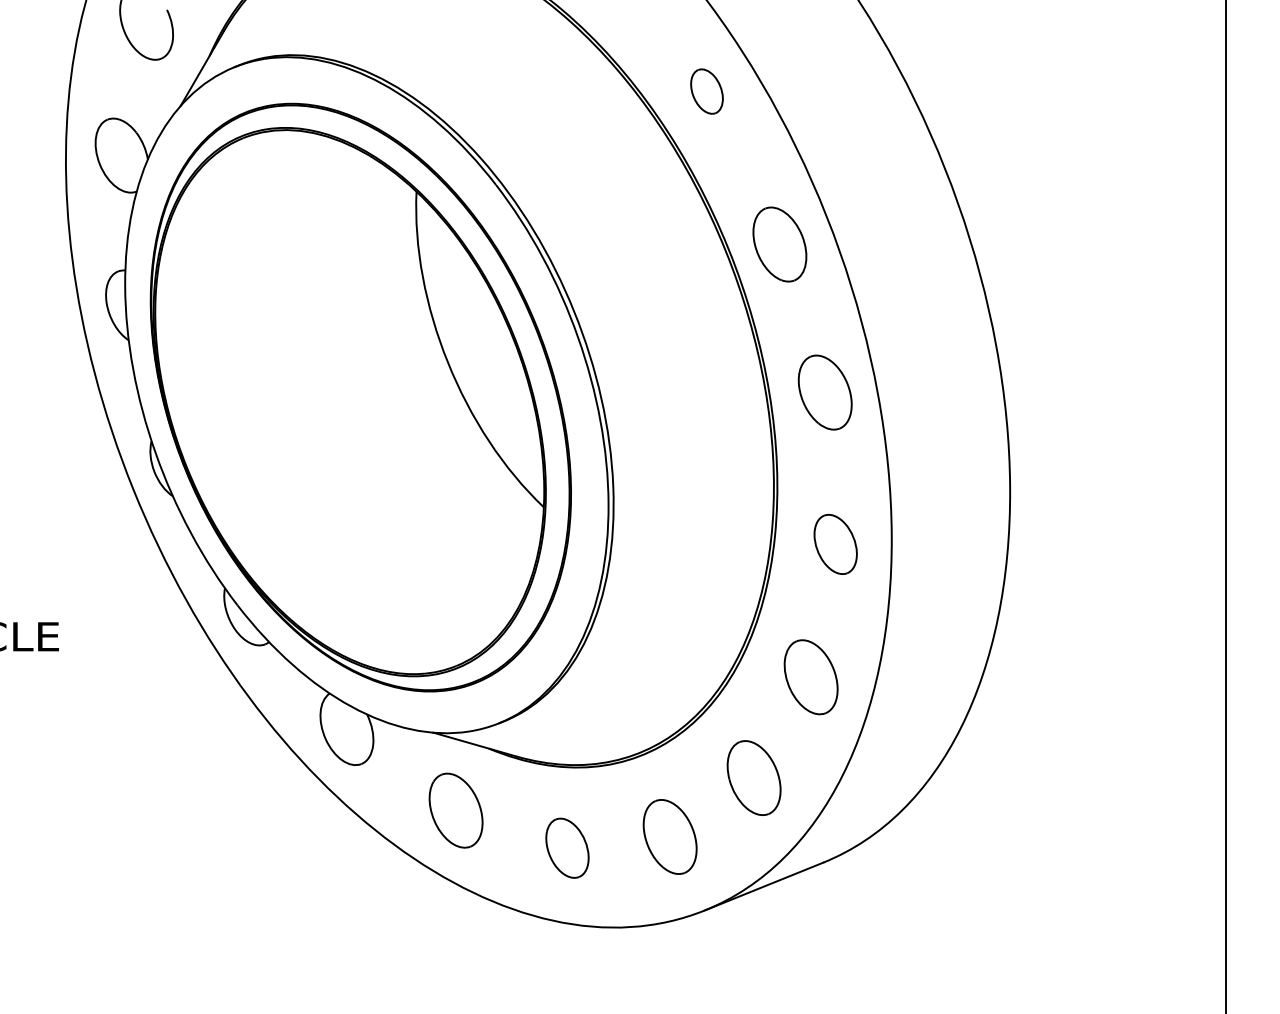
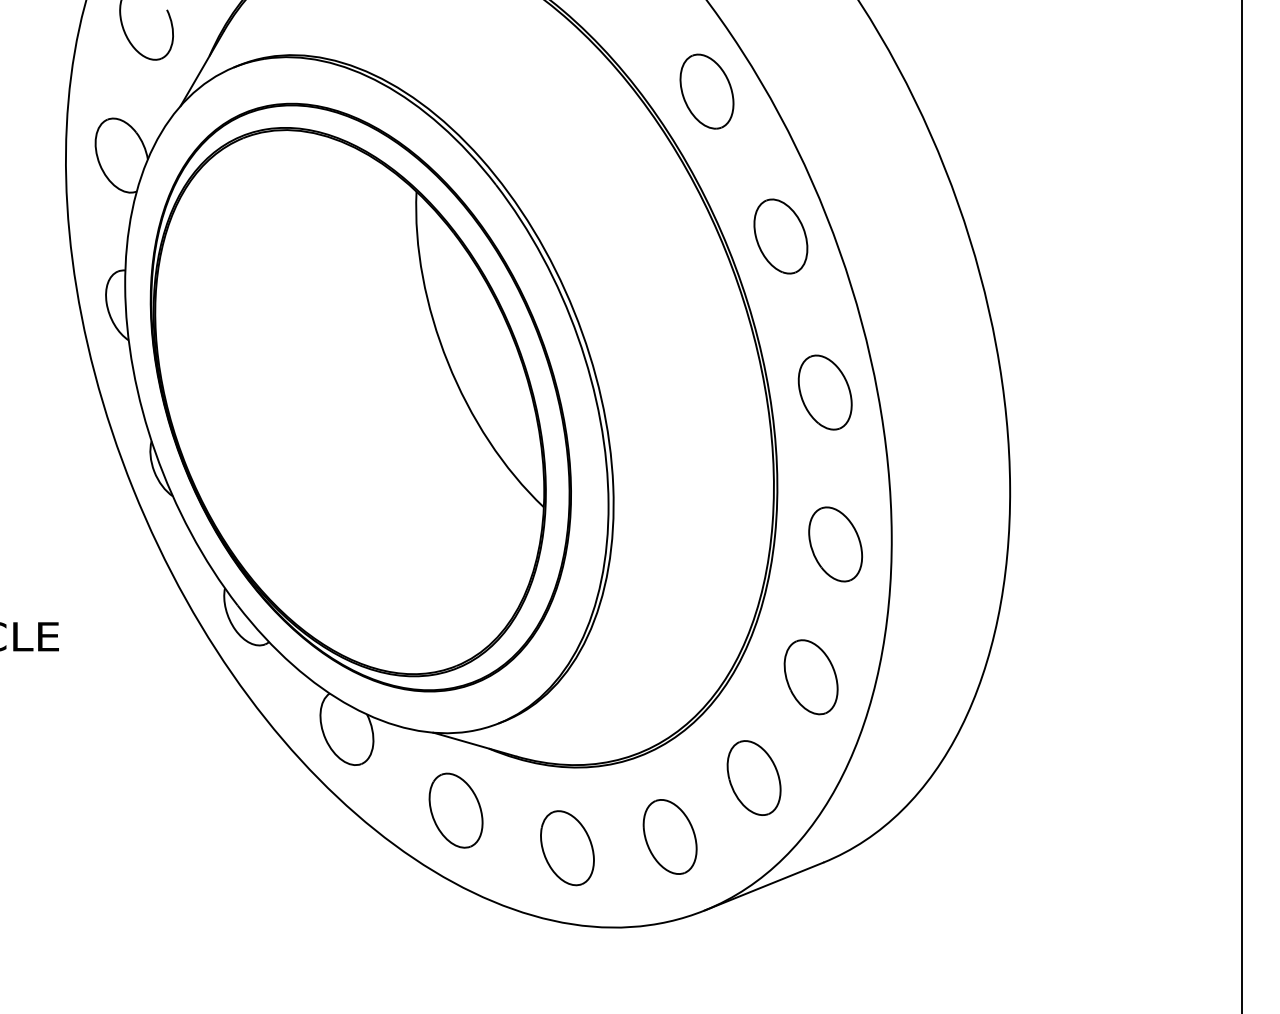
part at (706, 91) size: 34x47 px -> 56x77 px
part at (779, 244) position: (779, 244) -> (780, 236)
line at (1225, 506) position: (1225, 506) -> (1241, 506)
part at (835, 544) size: 45x61 px -> 56x77 px
part at (567, 847) size: 45x62 px -> 55x77 px
